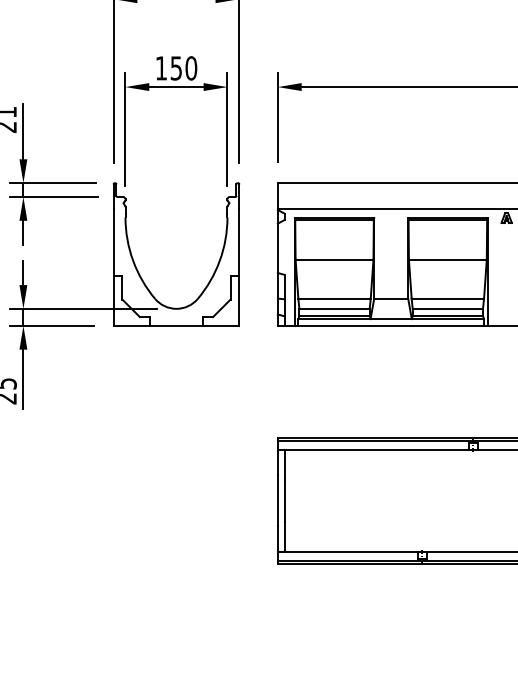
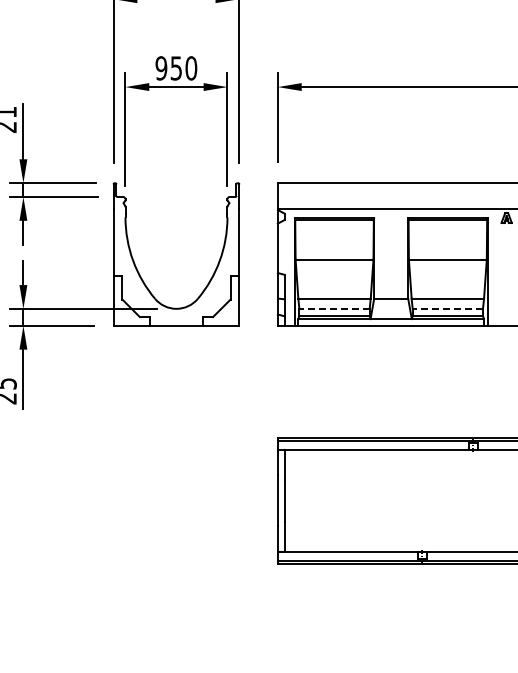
text at (161, 68): 150 -> 950
line at (334, 308): solid -> dashed
line at (447, 308): solid -> dashed
